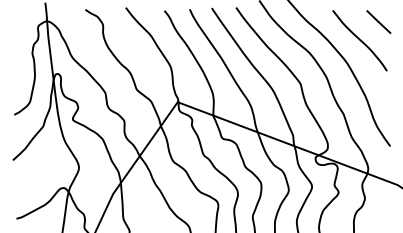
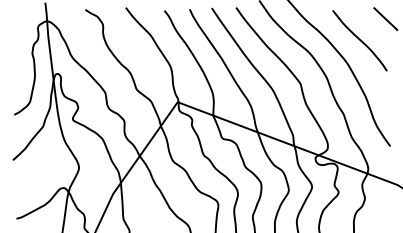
line at (378, 21) position: (378, 21) -> (385, 18)
